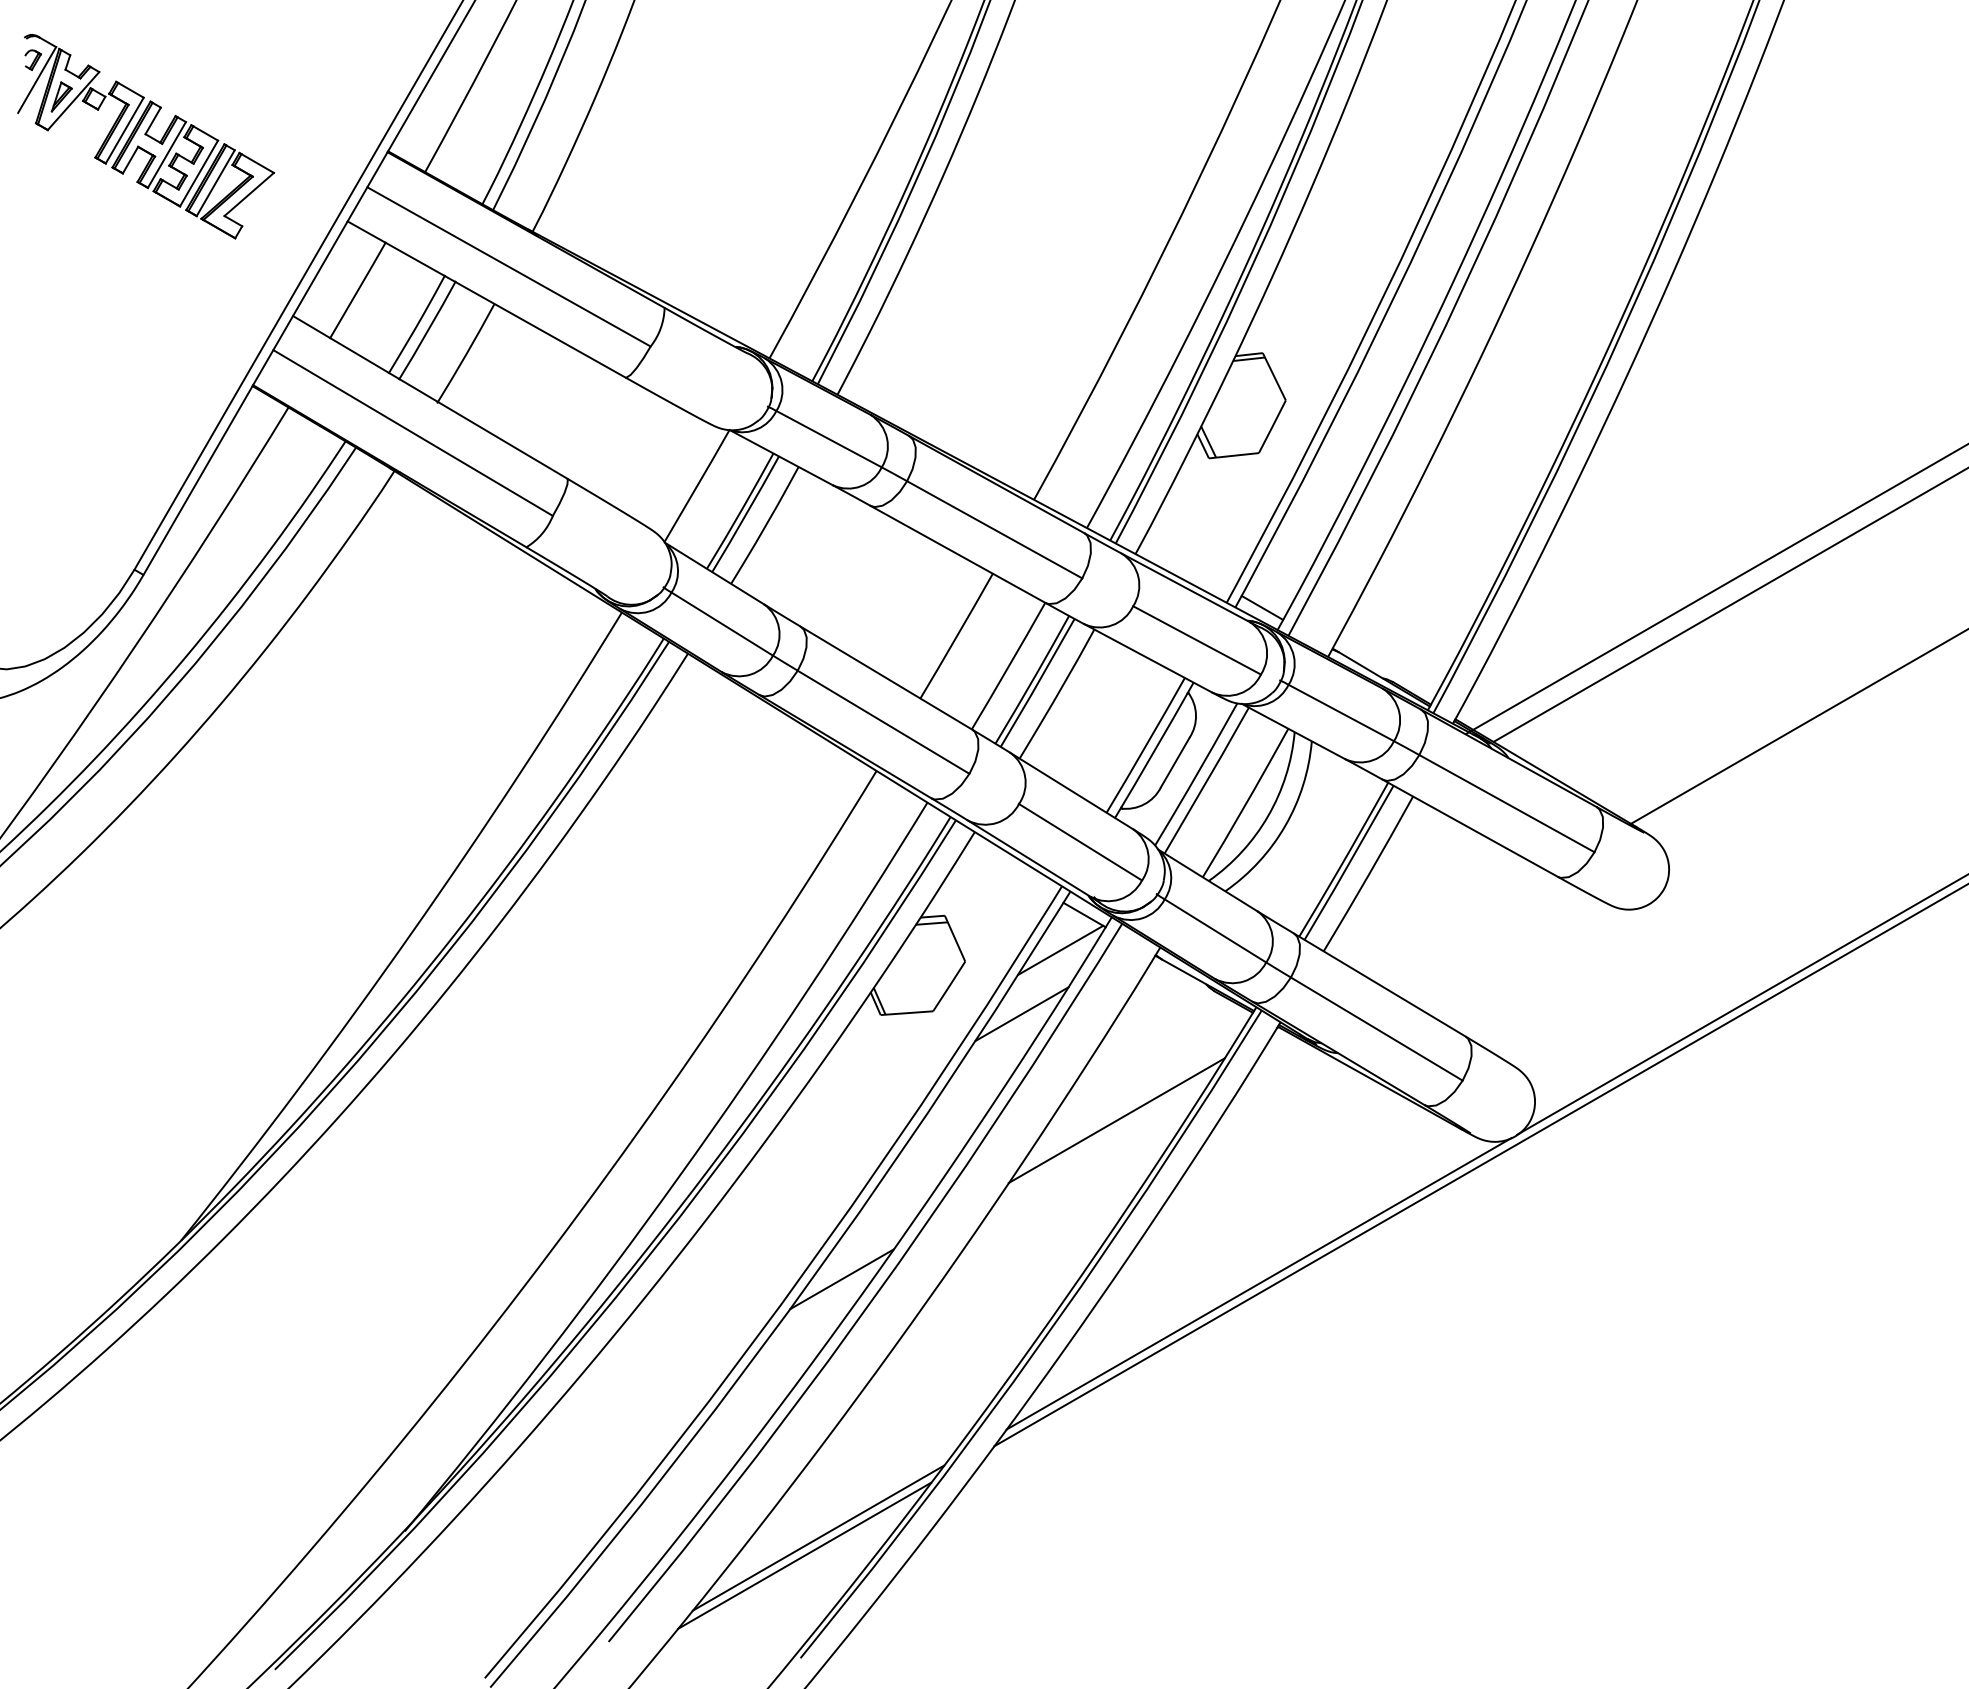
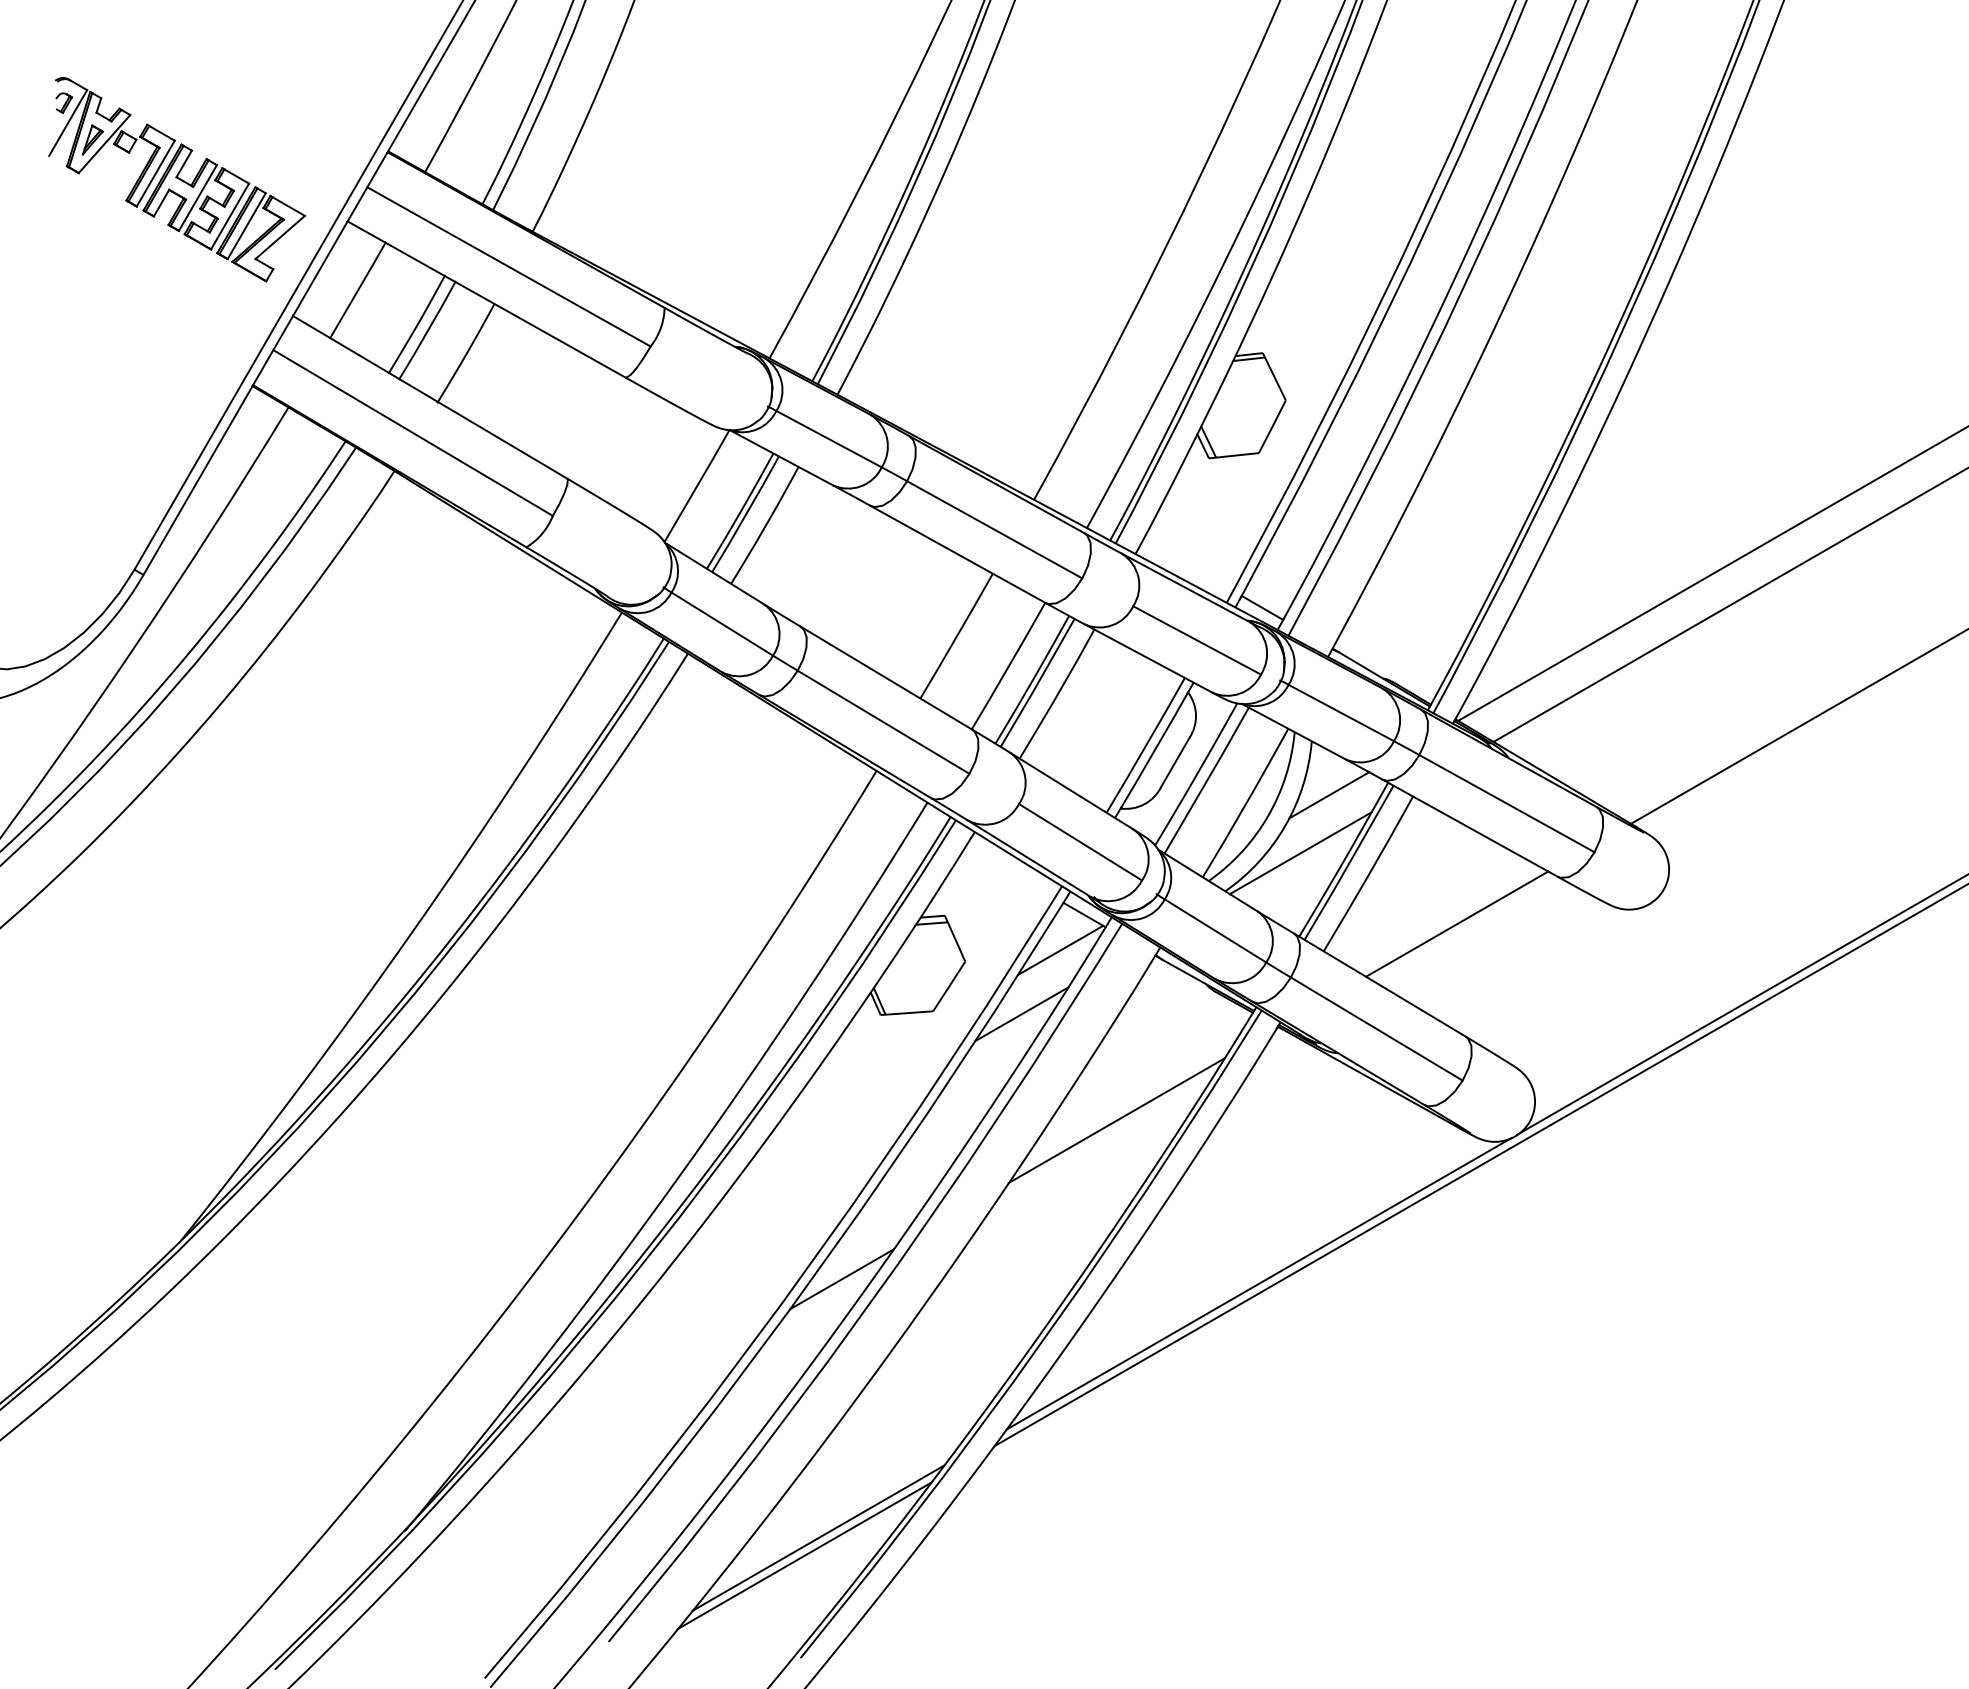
part at (146, 136) position: (146, 136) -> (177, 179)
line at (1715, 589) position: (1715, 589) -> (1711, 574)
line at (1329, 795): none -> present
line at (1300, 853): none -> present
line at (1457, 923): none -> present
